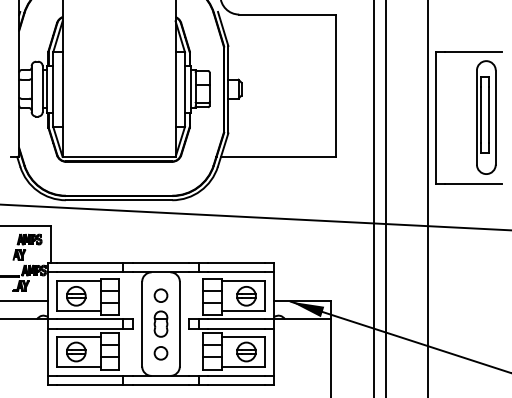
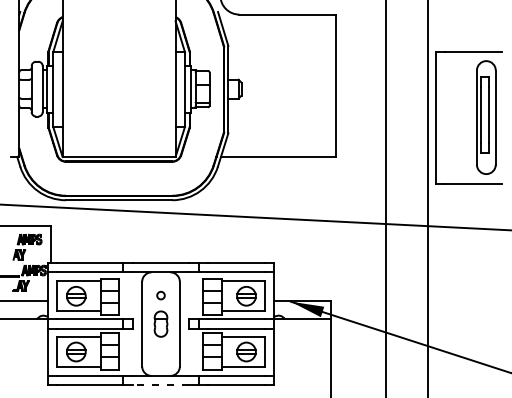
line at (373, 198): present -> none
circle at (160, 295) size: 16x15 px -> 10x11 px
circle at (160, 353): present -> none
line at (160, 385): solid -> dashed
